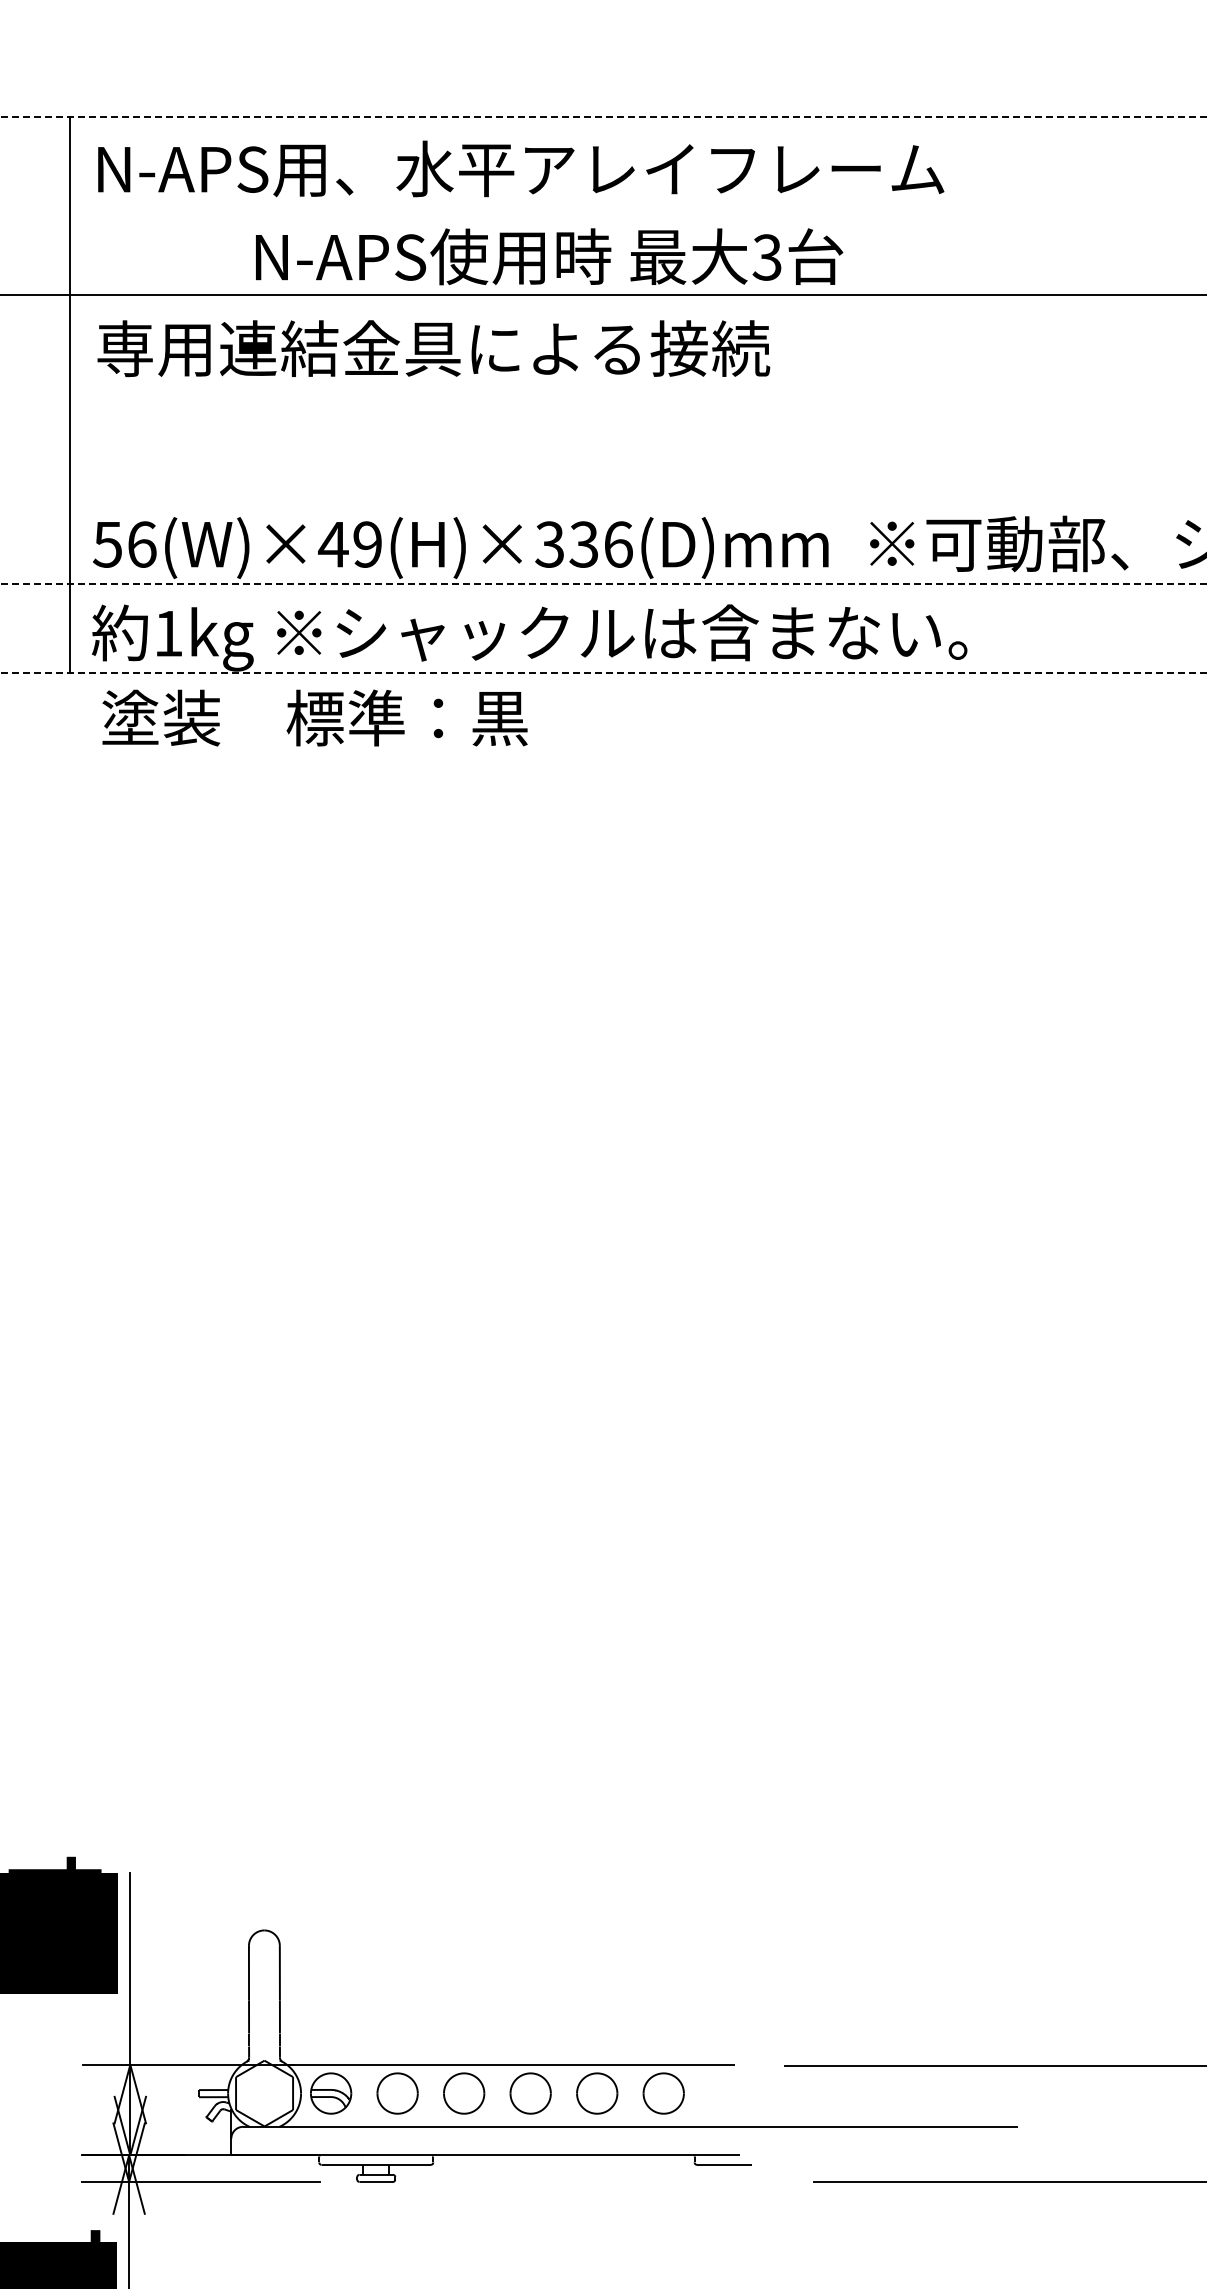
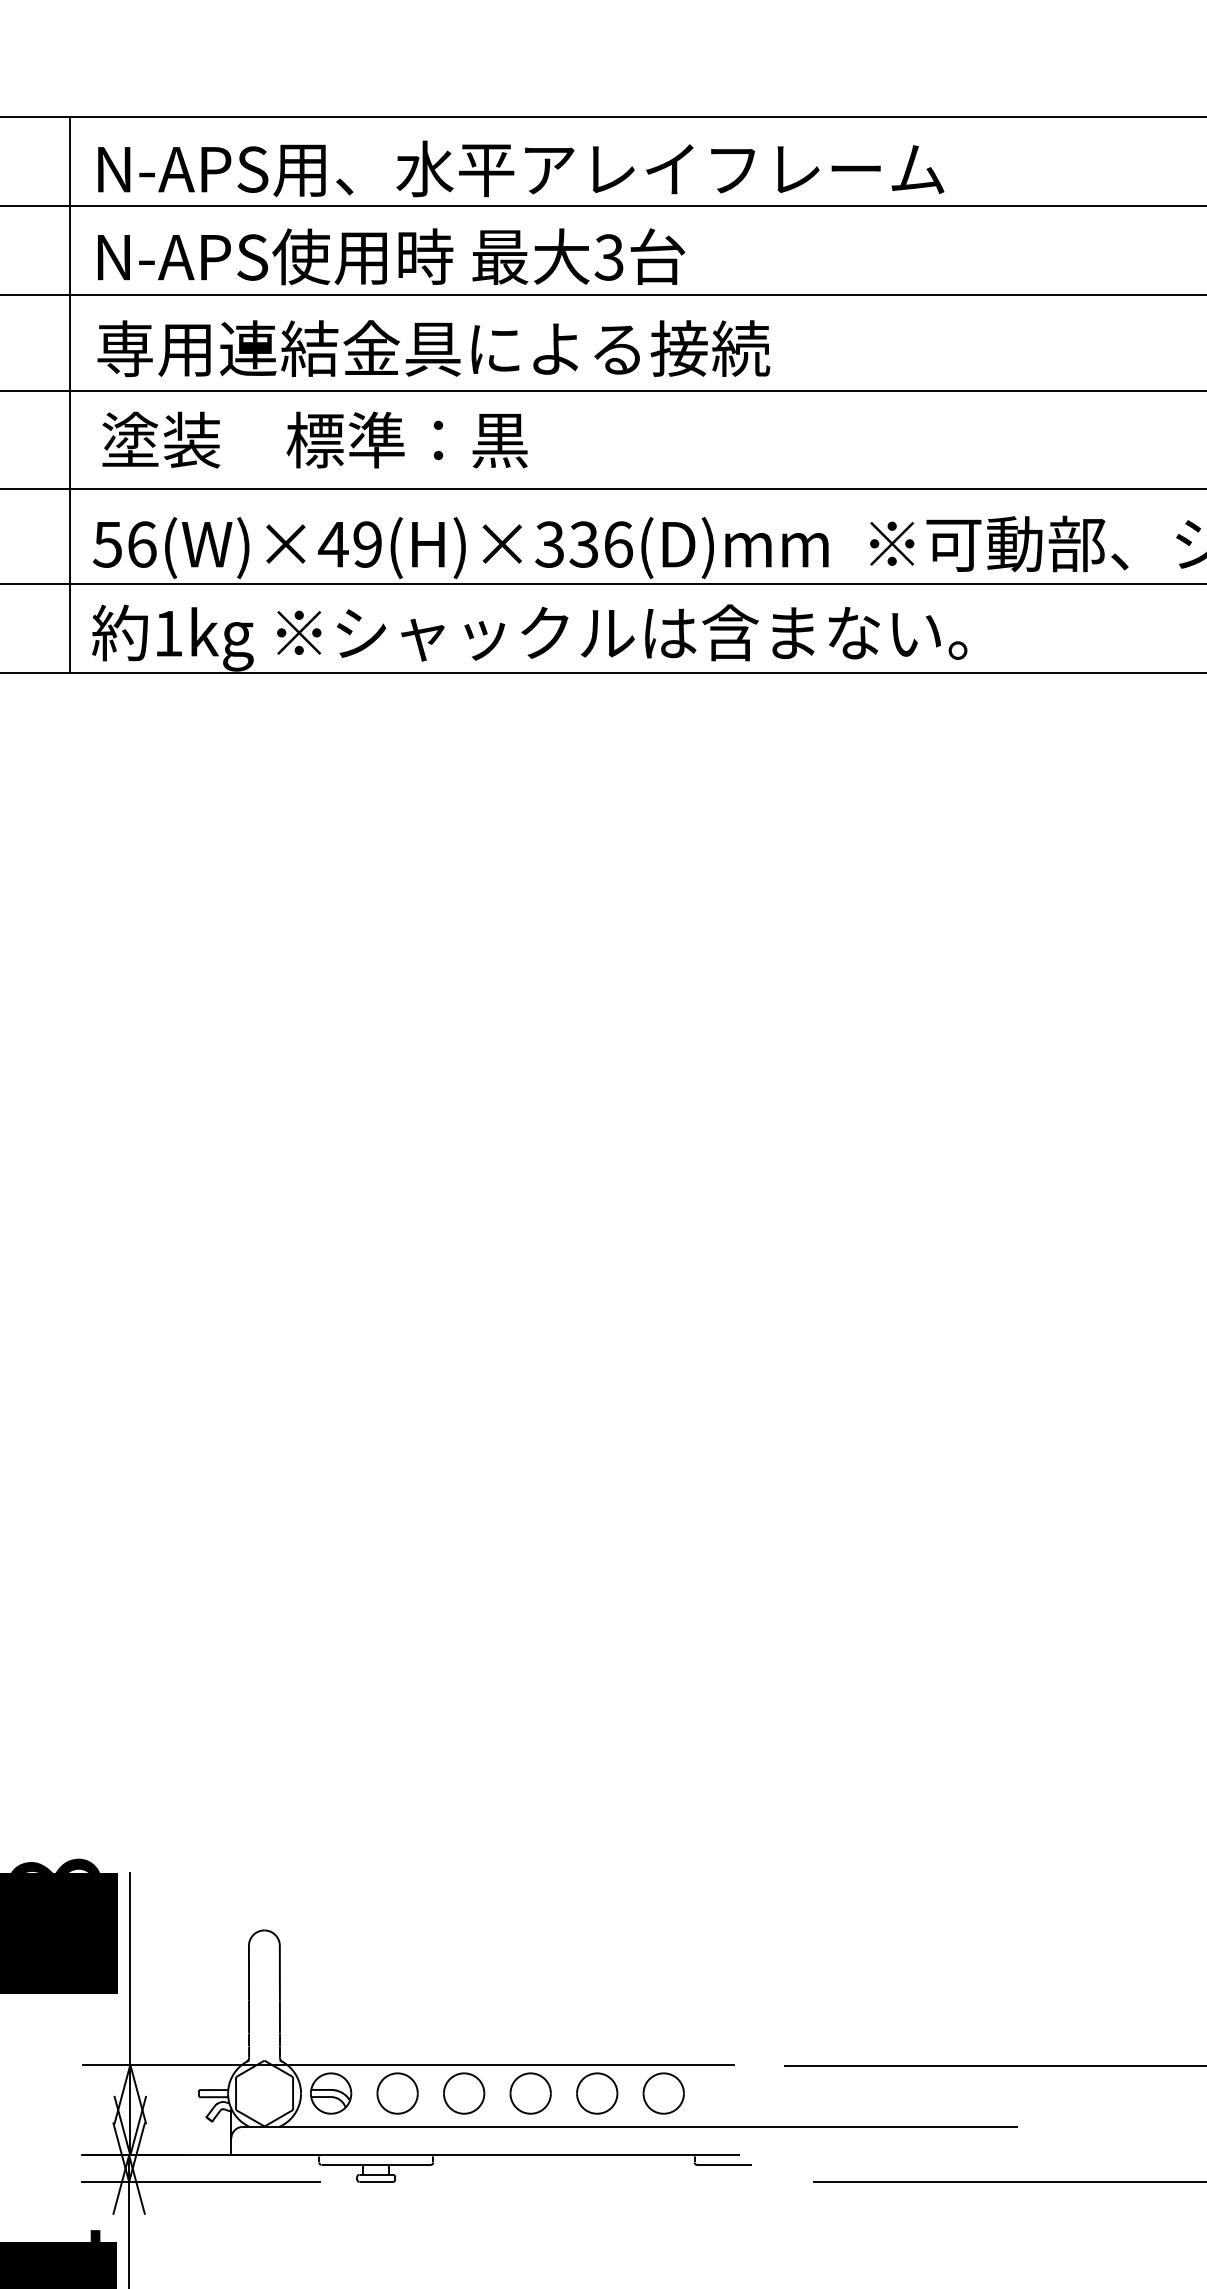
line at (603, 117): dashed -> solid
line at (602, 206): none -> present
text at (549, 256) position: (549, 256) -> (391, 256)
line at (602, 391): none -> present
line at (602, 488): none -> present
line at (603, 583): dashed -> solid
line at (603, 673): dashed -> solid
text at (314, 717) position: (314, 717) -> (314, 439)
text at (54, 1864): 54 -> 38
